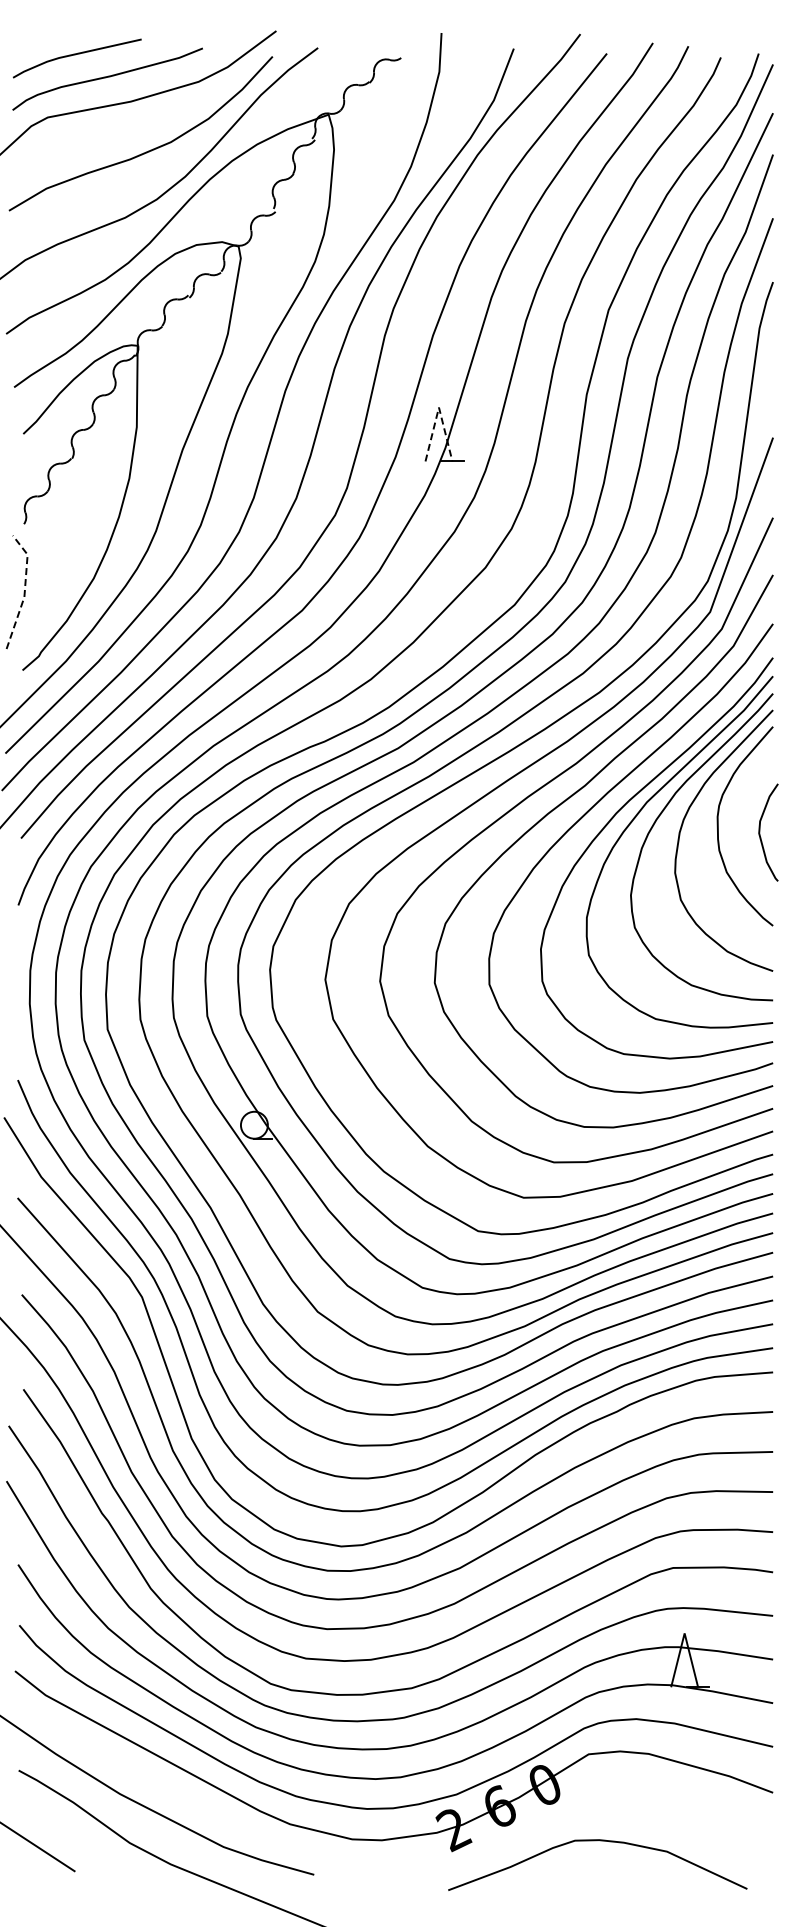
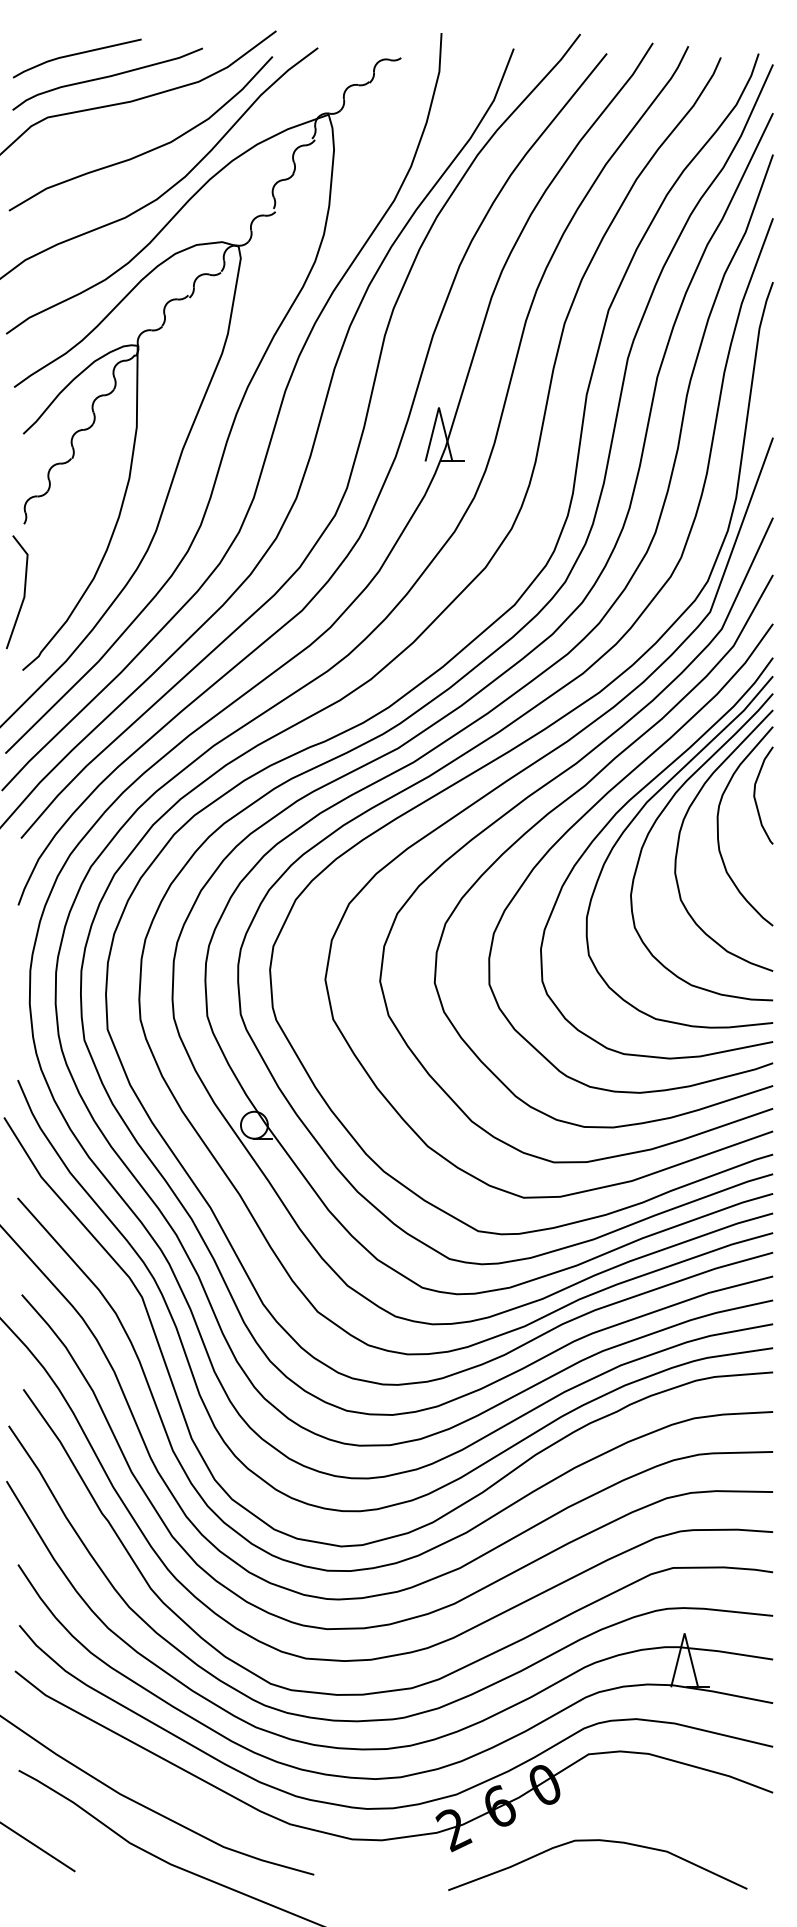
line at (438, 407): dashed -> solid
line at (24, 590): dashed -> solid
curve at (760, 832) position: (760, 832) -> (755, 795)
